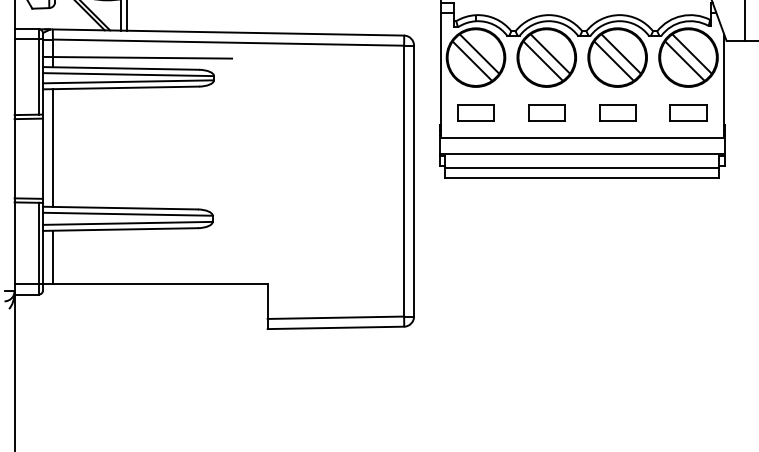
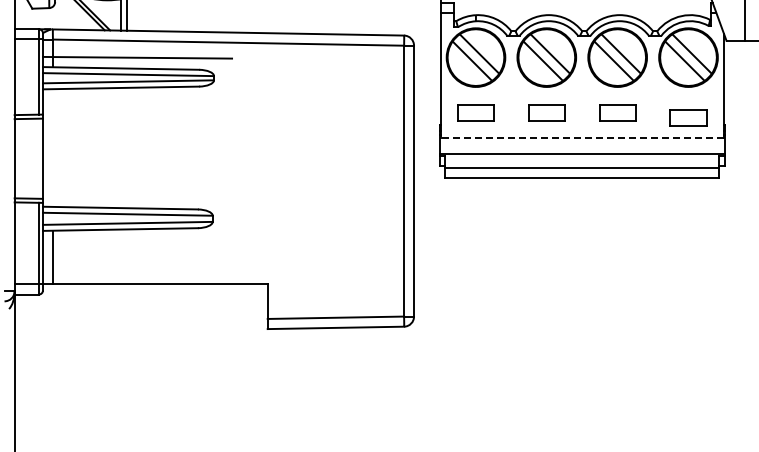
part at (688, 112) position: (688, 112) -> (688, 117)
line at (582, 137): solid -> dashed
line at (52, 147): present -> none
